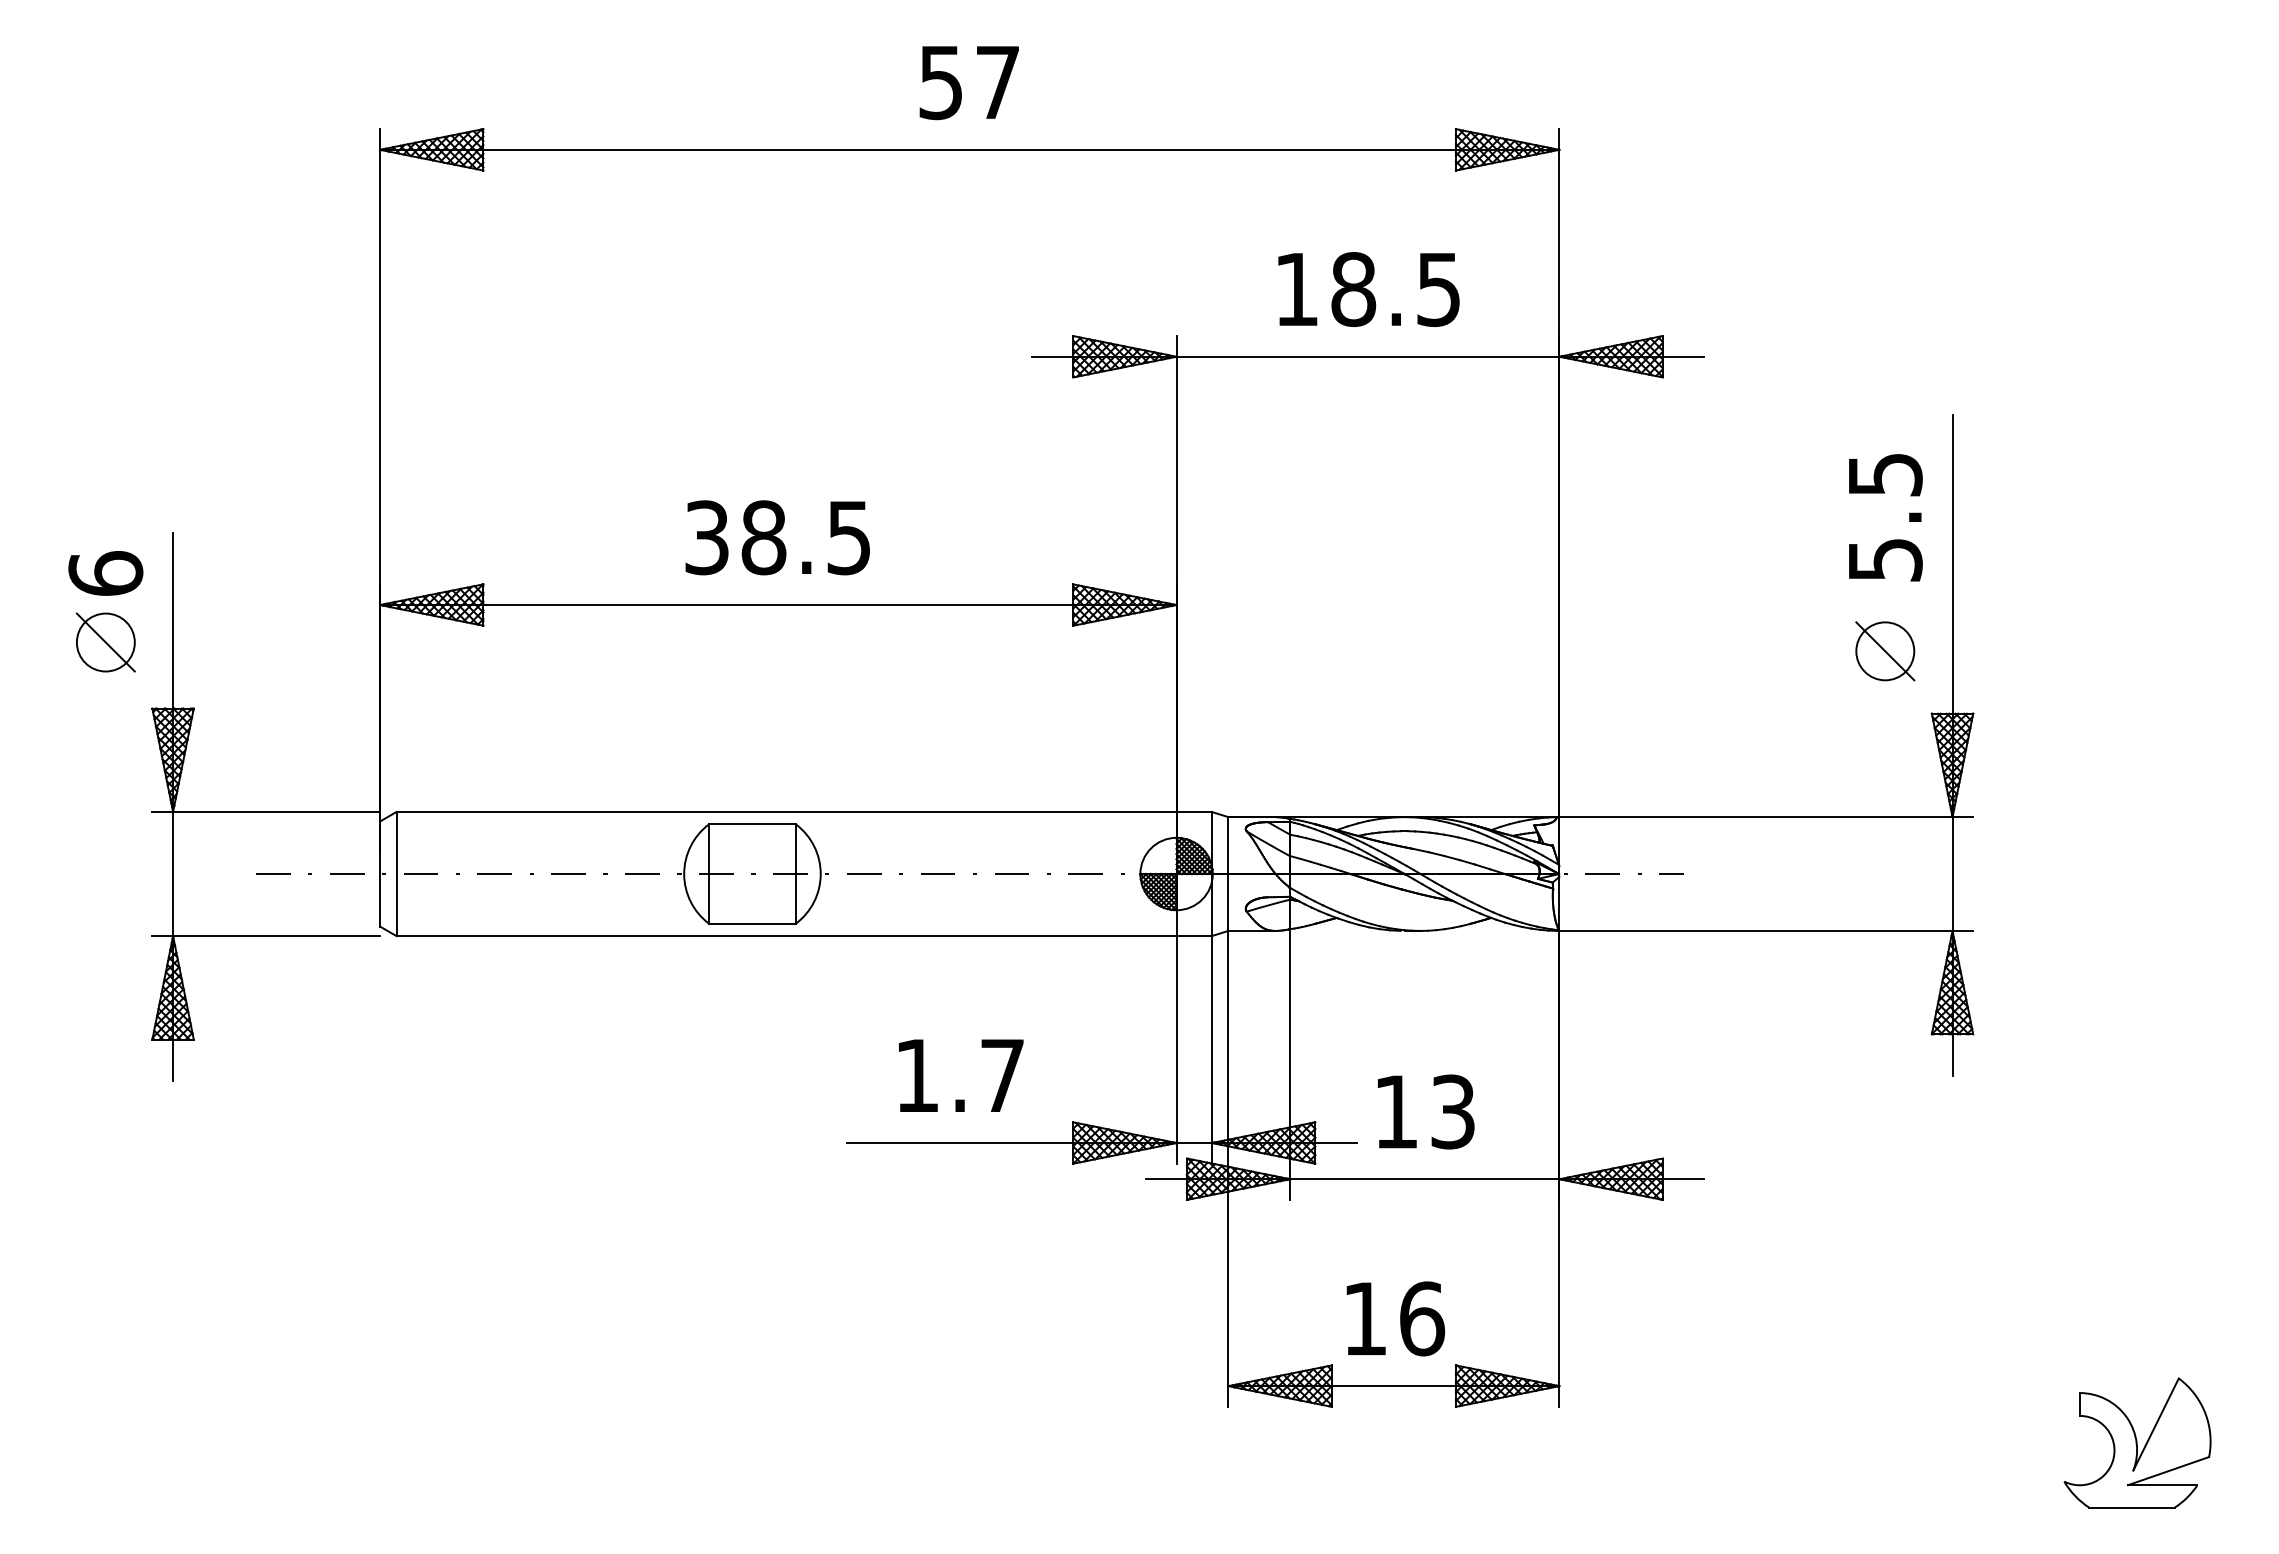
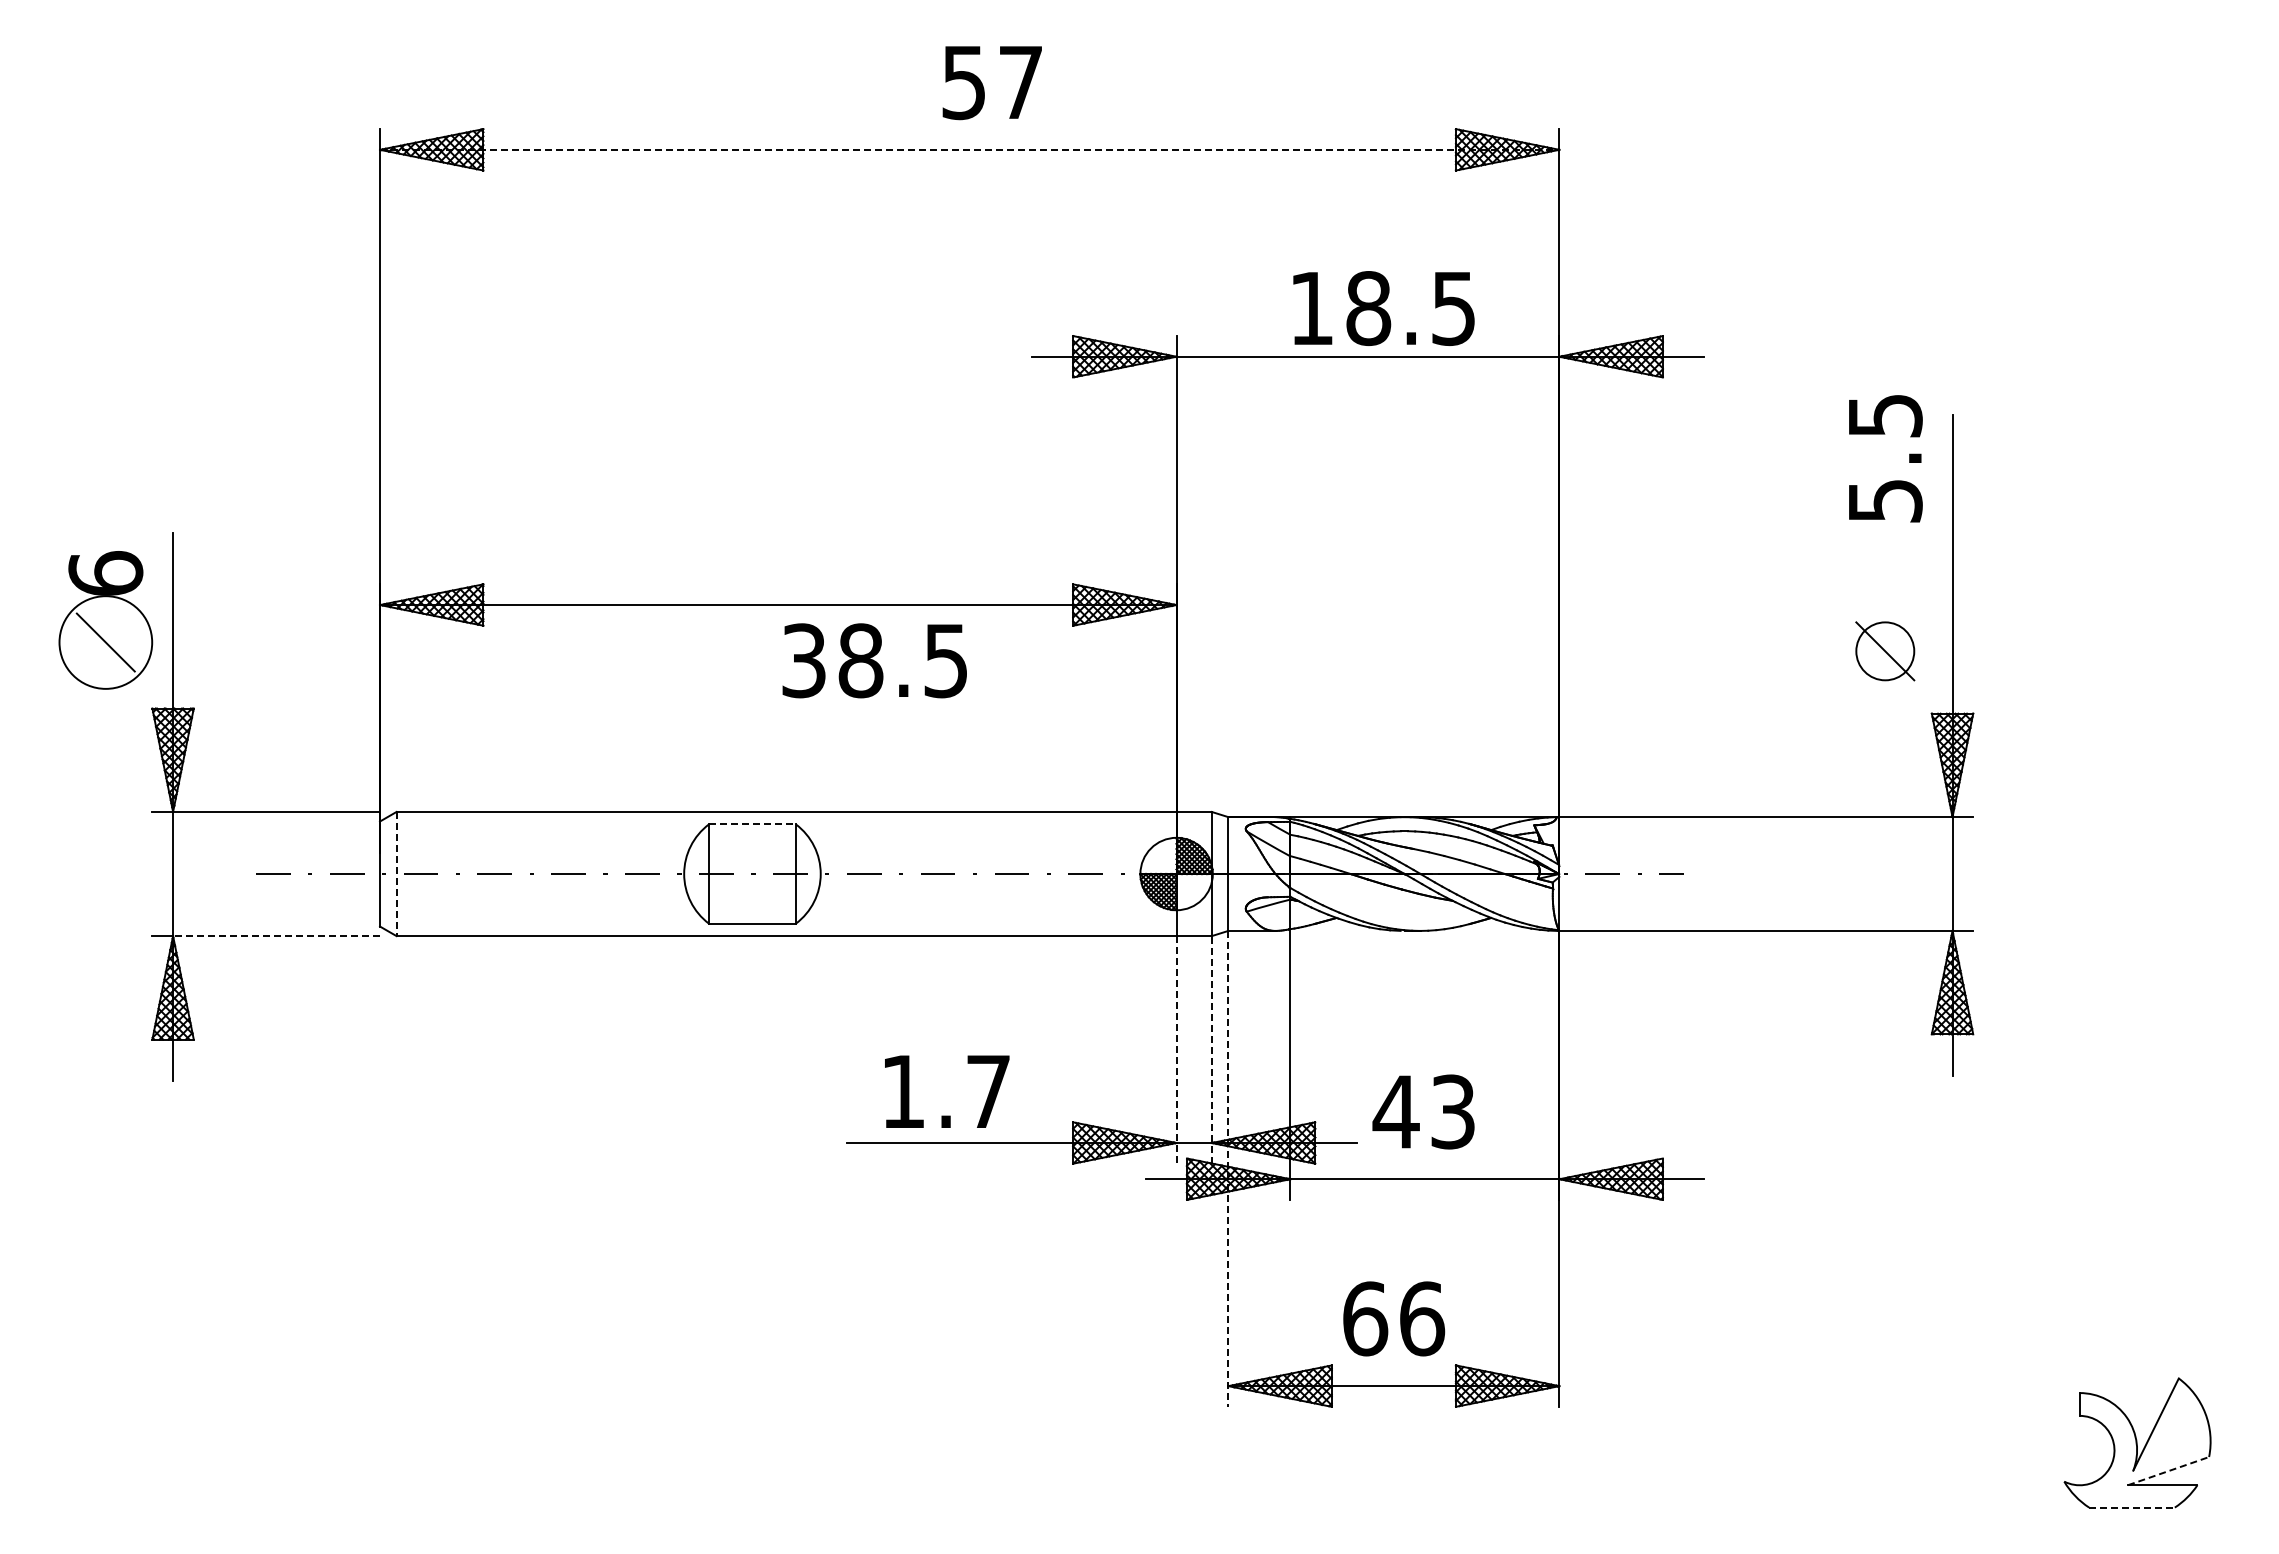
text at (968, 83) position: (968, 83) -> (991, 83)
line at (969, 149): solid -> dashed
text at (1368, 289) position: (1368, 289) -> (1383, 308)
text at (1885, 517) position: (1885, 517) -> (1885, 458)
text at (777, 537) position: (777, 537) -> (874, 660)
circle at (105, 642) diameter: 58 px -> 93 px
line at (752, 824): solid -> dashed
line at (396, 874): solid -> dashed
line at (276, 936): solid -> dashed
line at (1176, 1049): solid -> dashed
line at (1211, 1049): solid -> dashed
text at (961, 1075) position: (961, 1075) -> (947, 1091)
text at (1395, 1111): 13 -> 43
line at (1228, 1168): solid -> dashed
text at (1365, 1318): 16 -> 66
line at (2168, 1471): solid -> dashed
line at (2132, 1507): solid -> dashed
